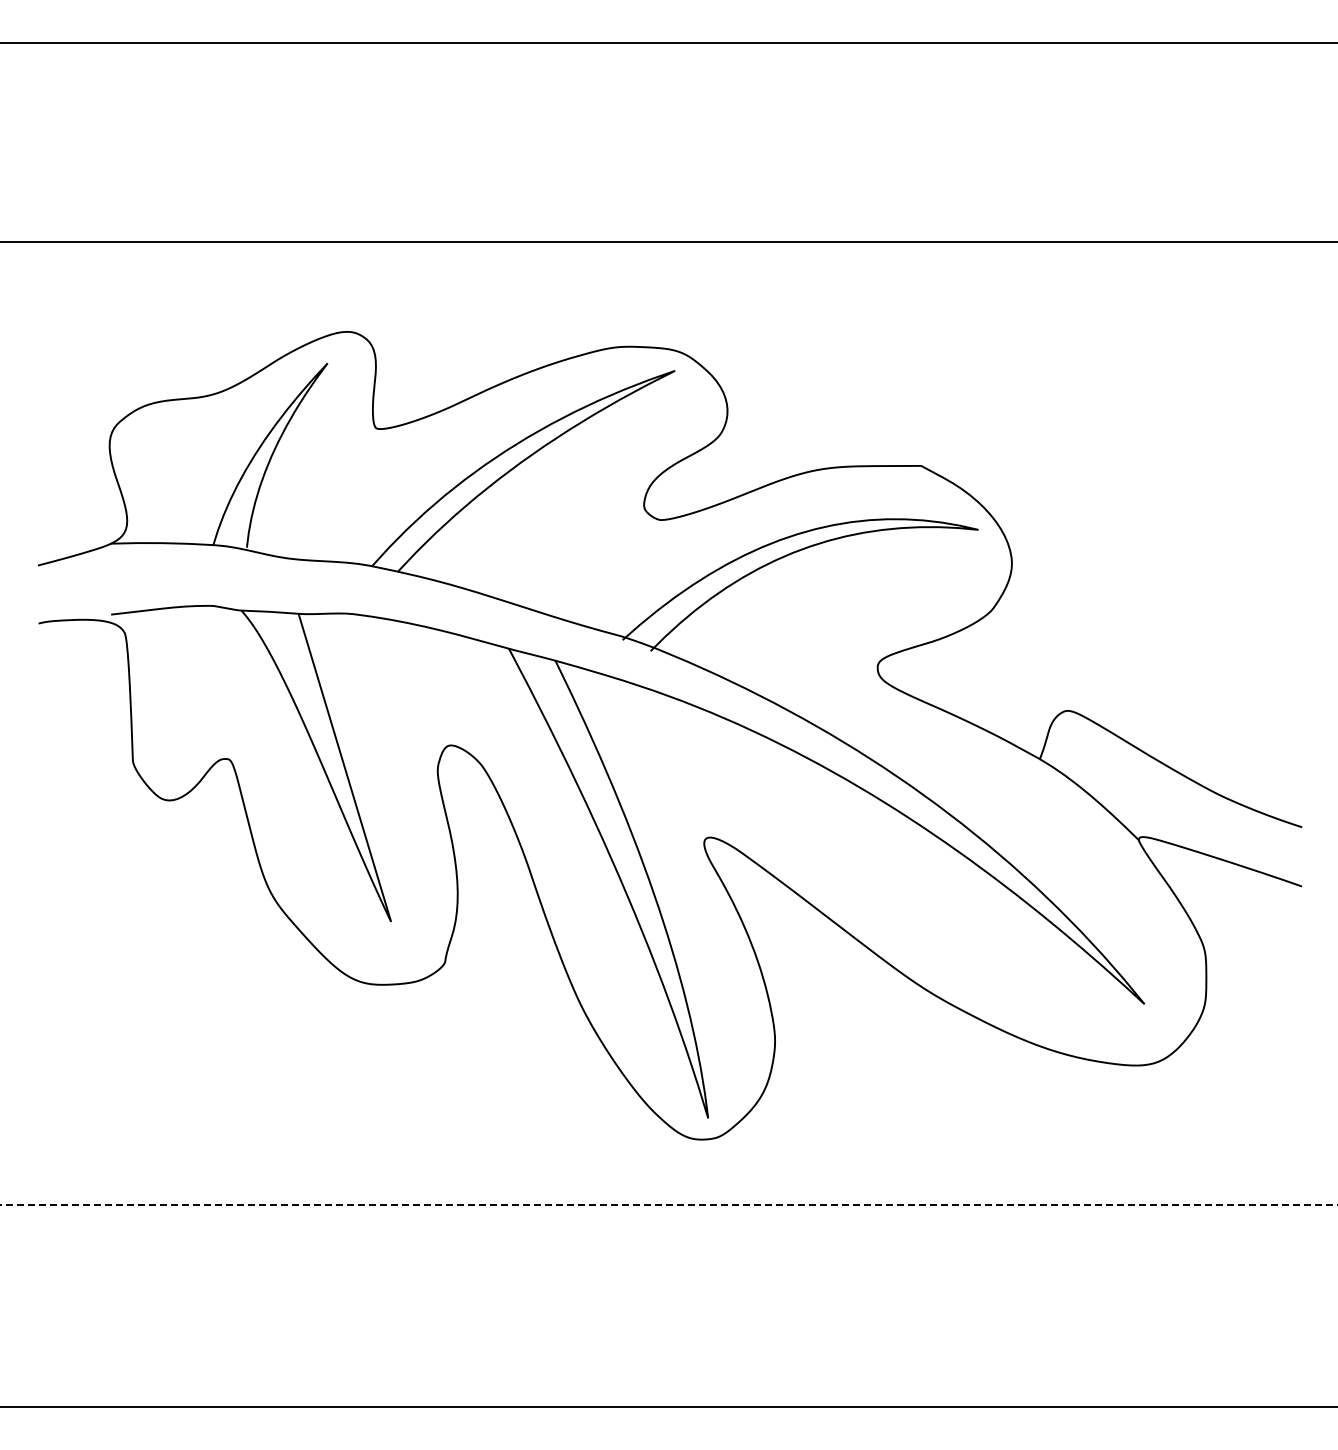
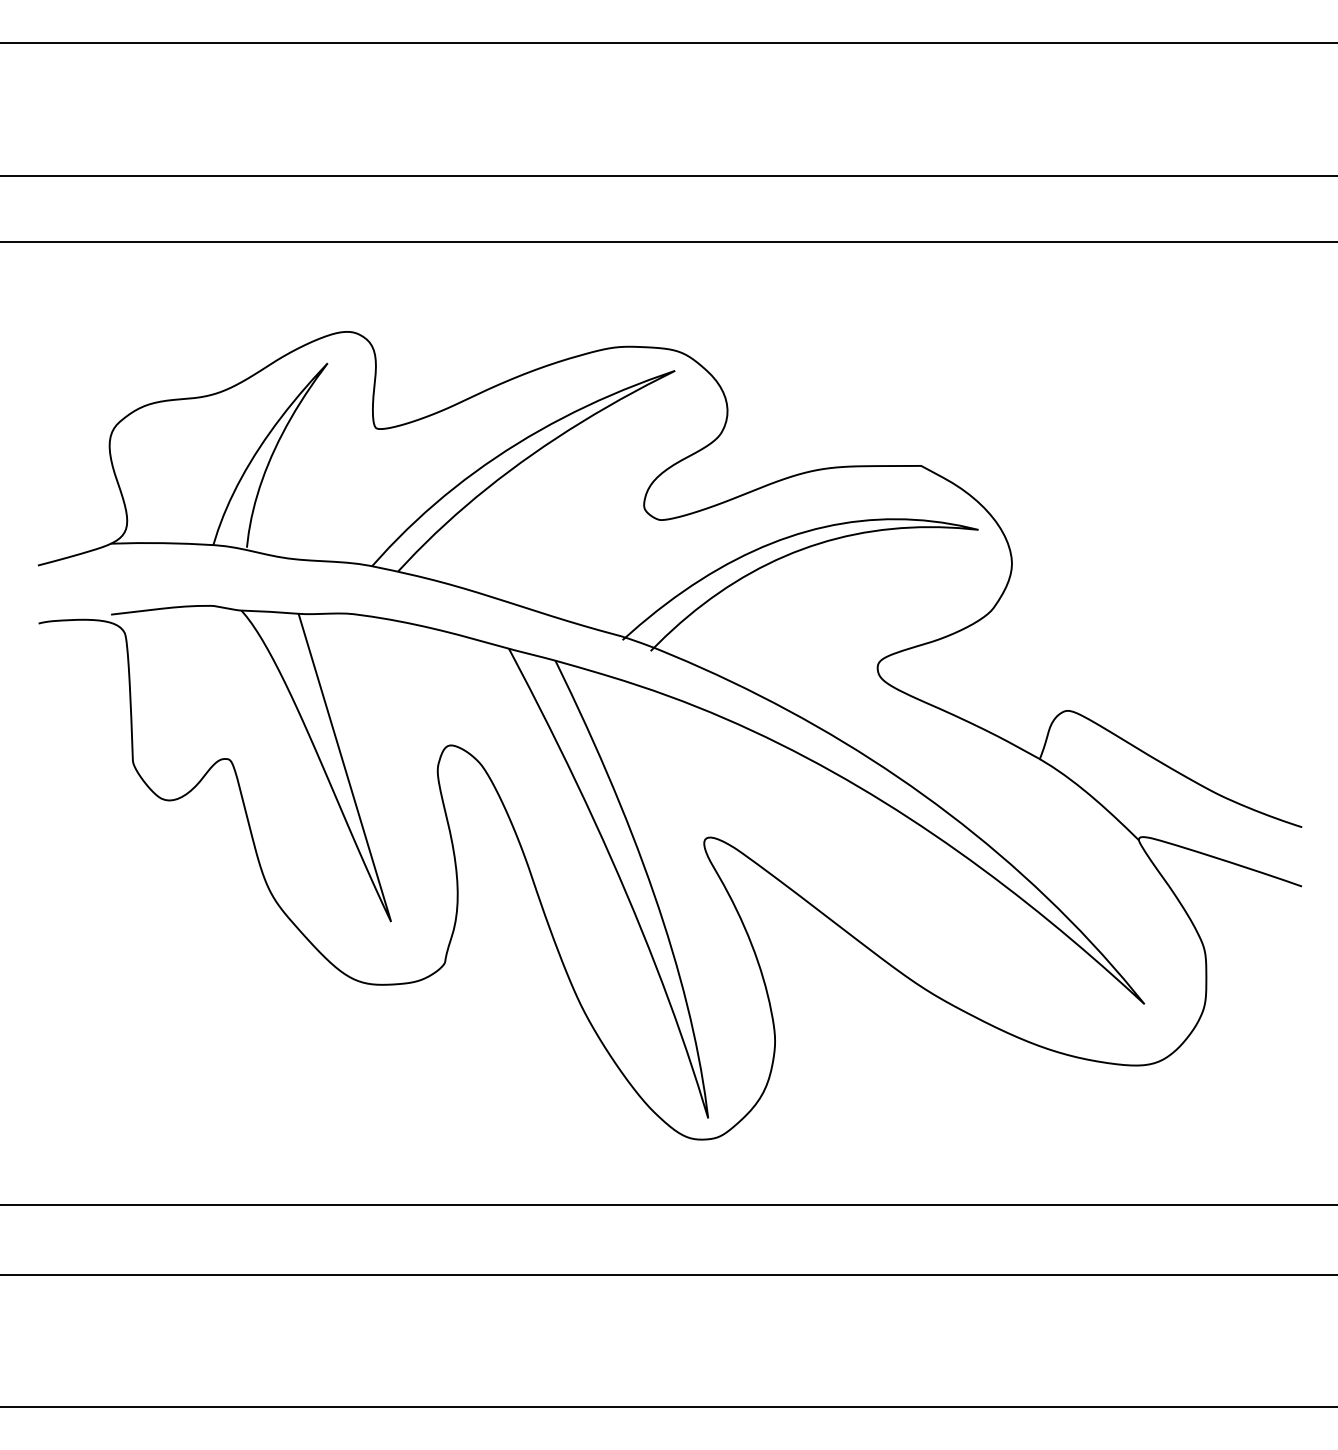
line at (668, 175): none -> present
line at (669, 1204): dashed -> solid
line at (668, 1274): none -> present
